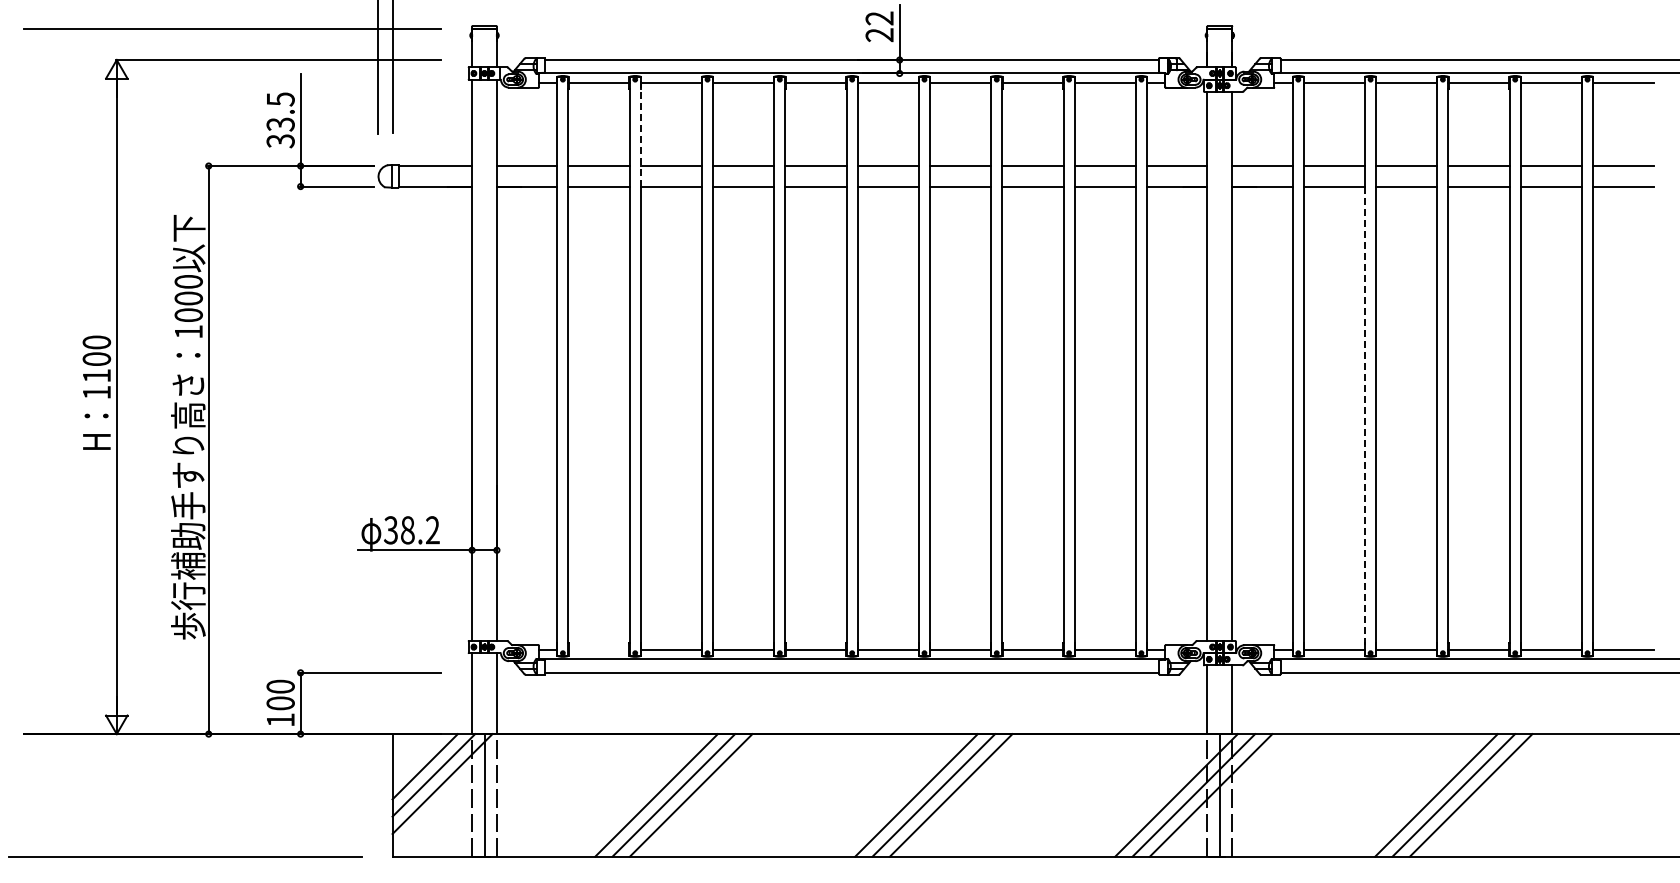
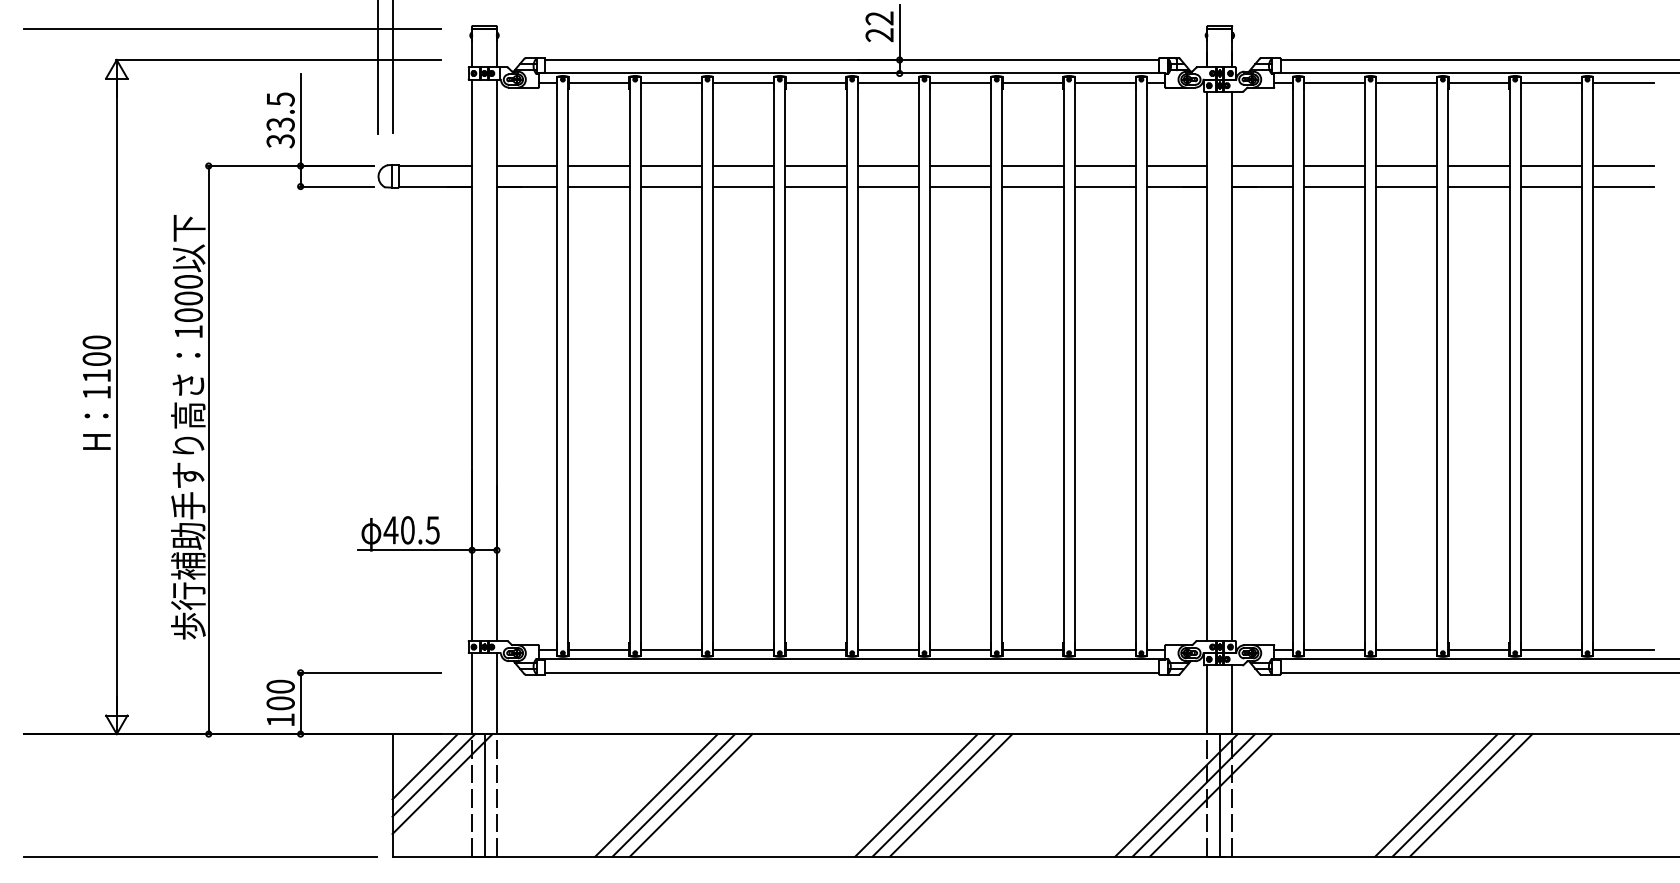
line at (640, 131): dashed -> solid
line at (1365, 421): dashed -> solid
text at (411, 530): 38.2 -> 40.5
line at (598, 650): none -> present
line at (185, 856) position: (185, 856) -> (200, 856)
